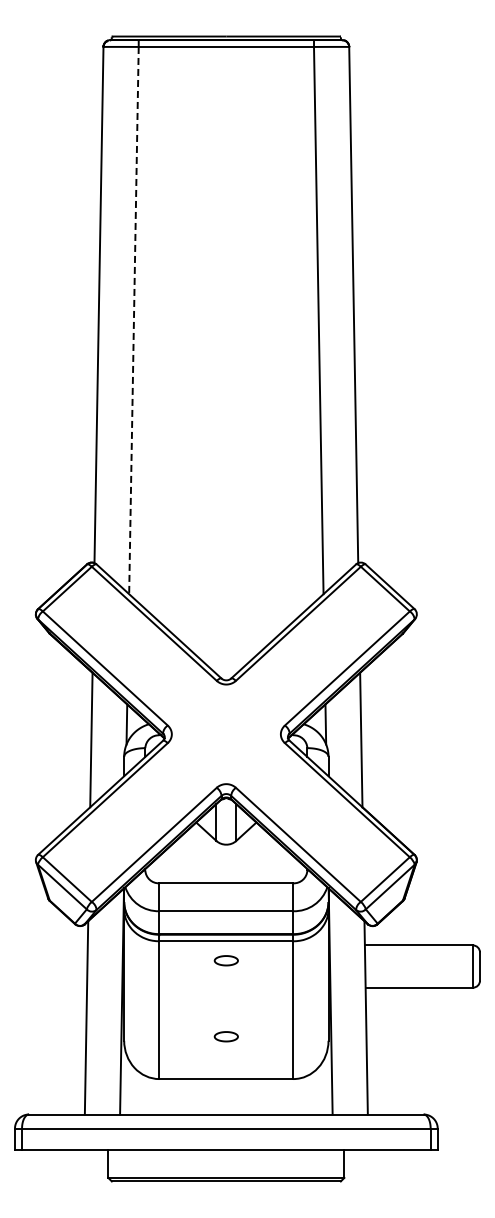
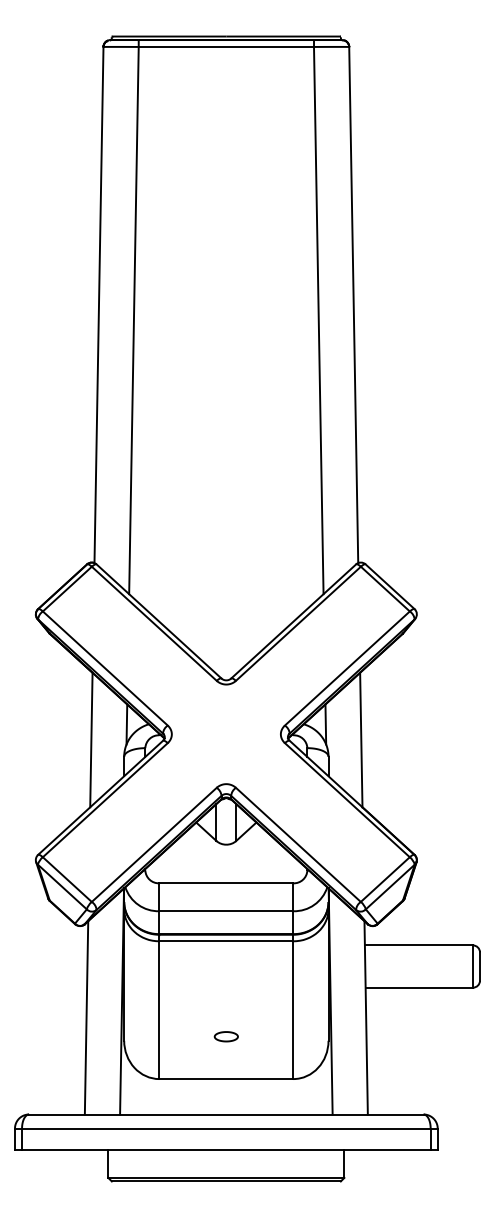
line at (133, 320): dashed -> solid
part at (225, 960): present -> none
